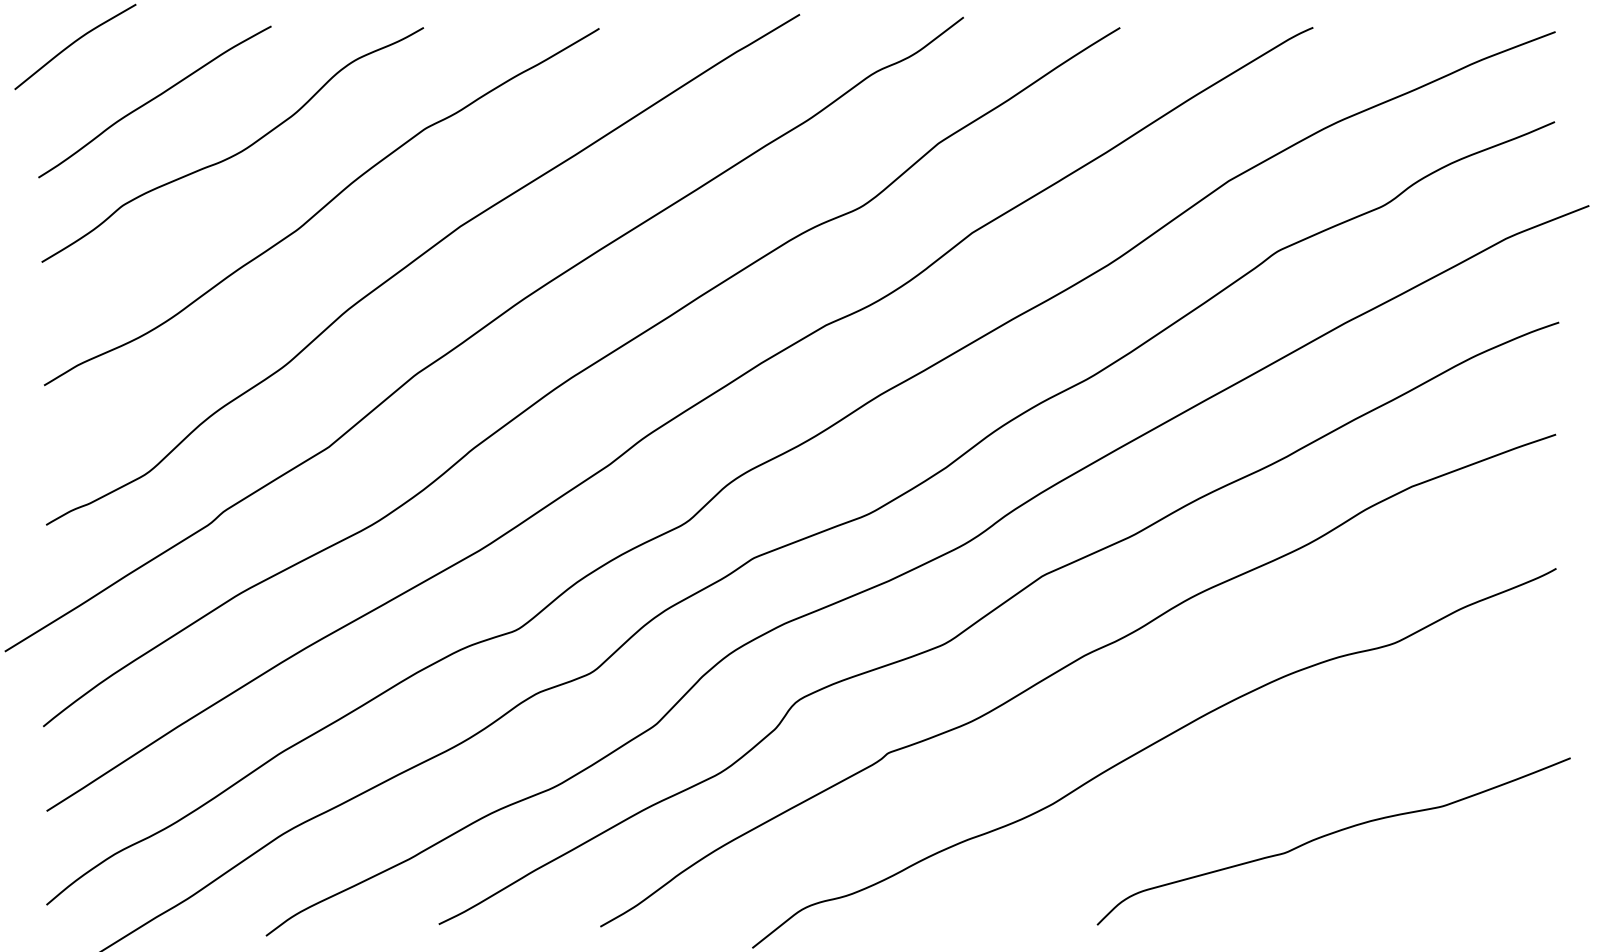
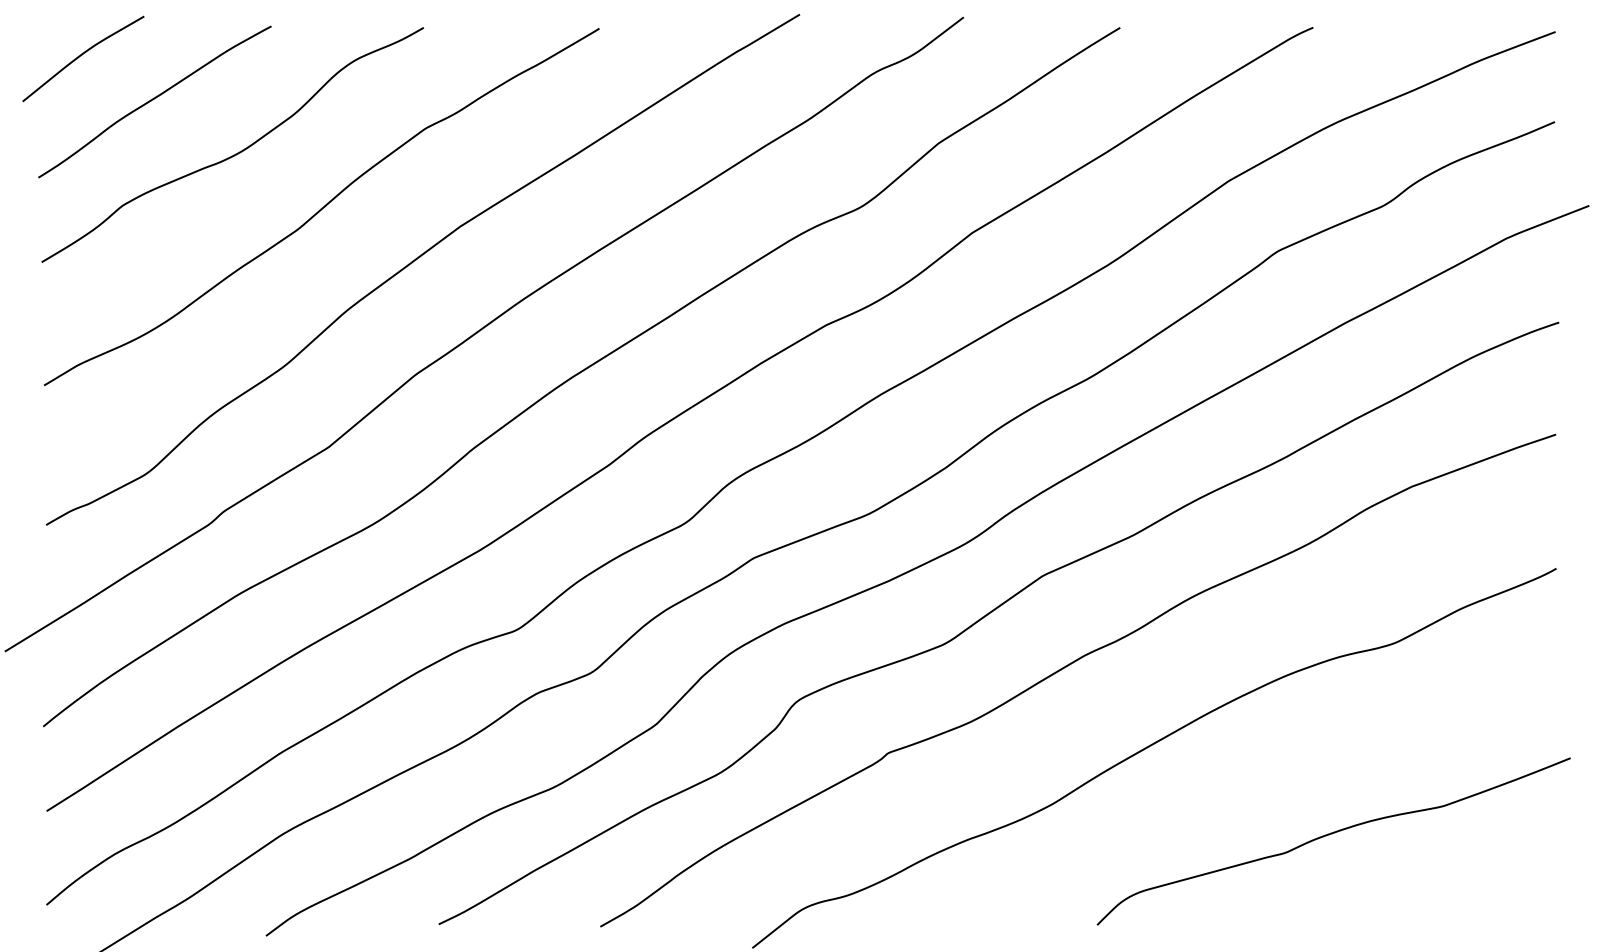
curve at (74, 43) position: (74, 43) -> (82, 55)
